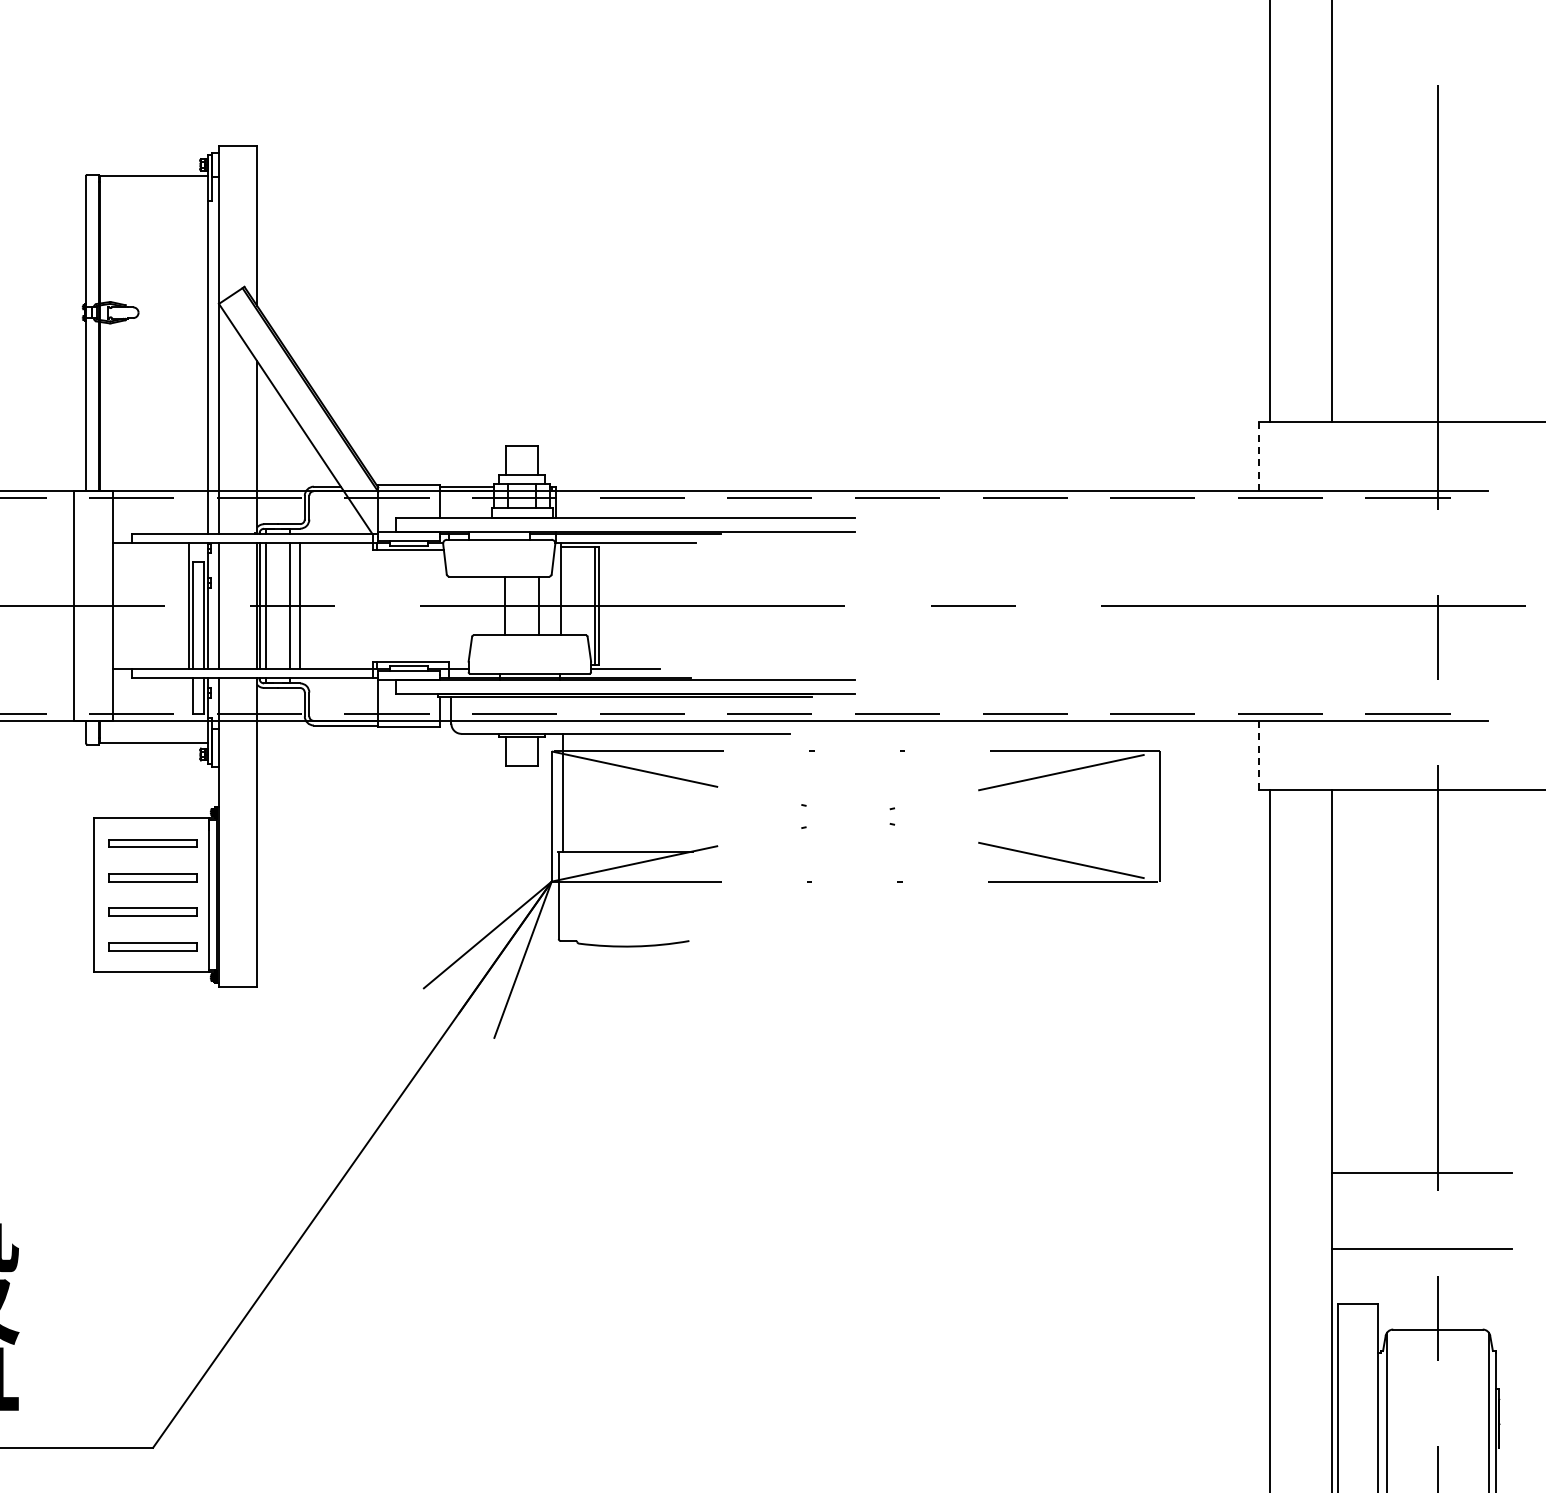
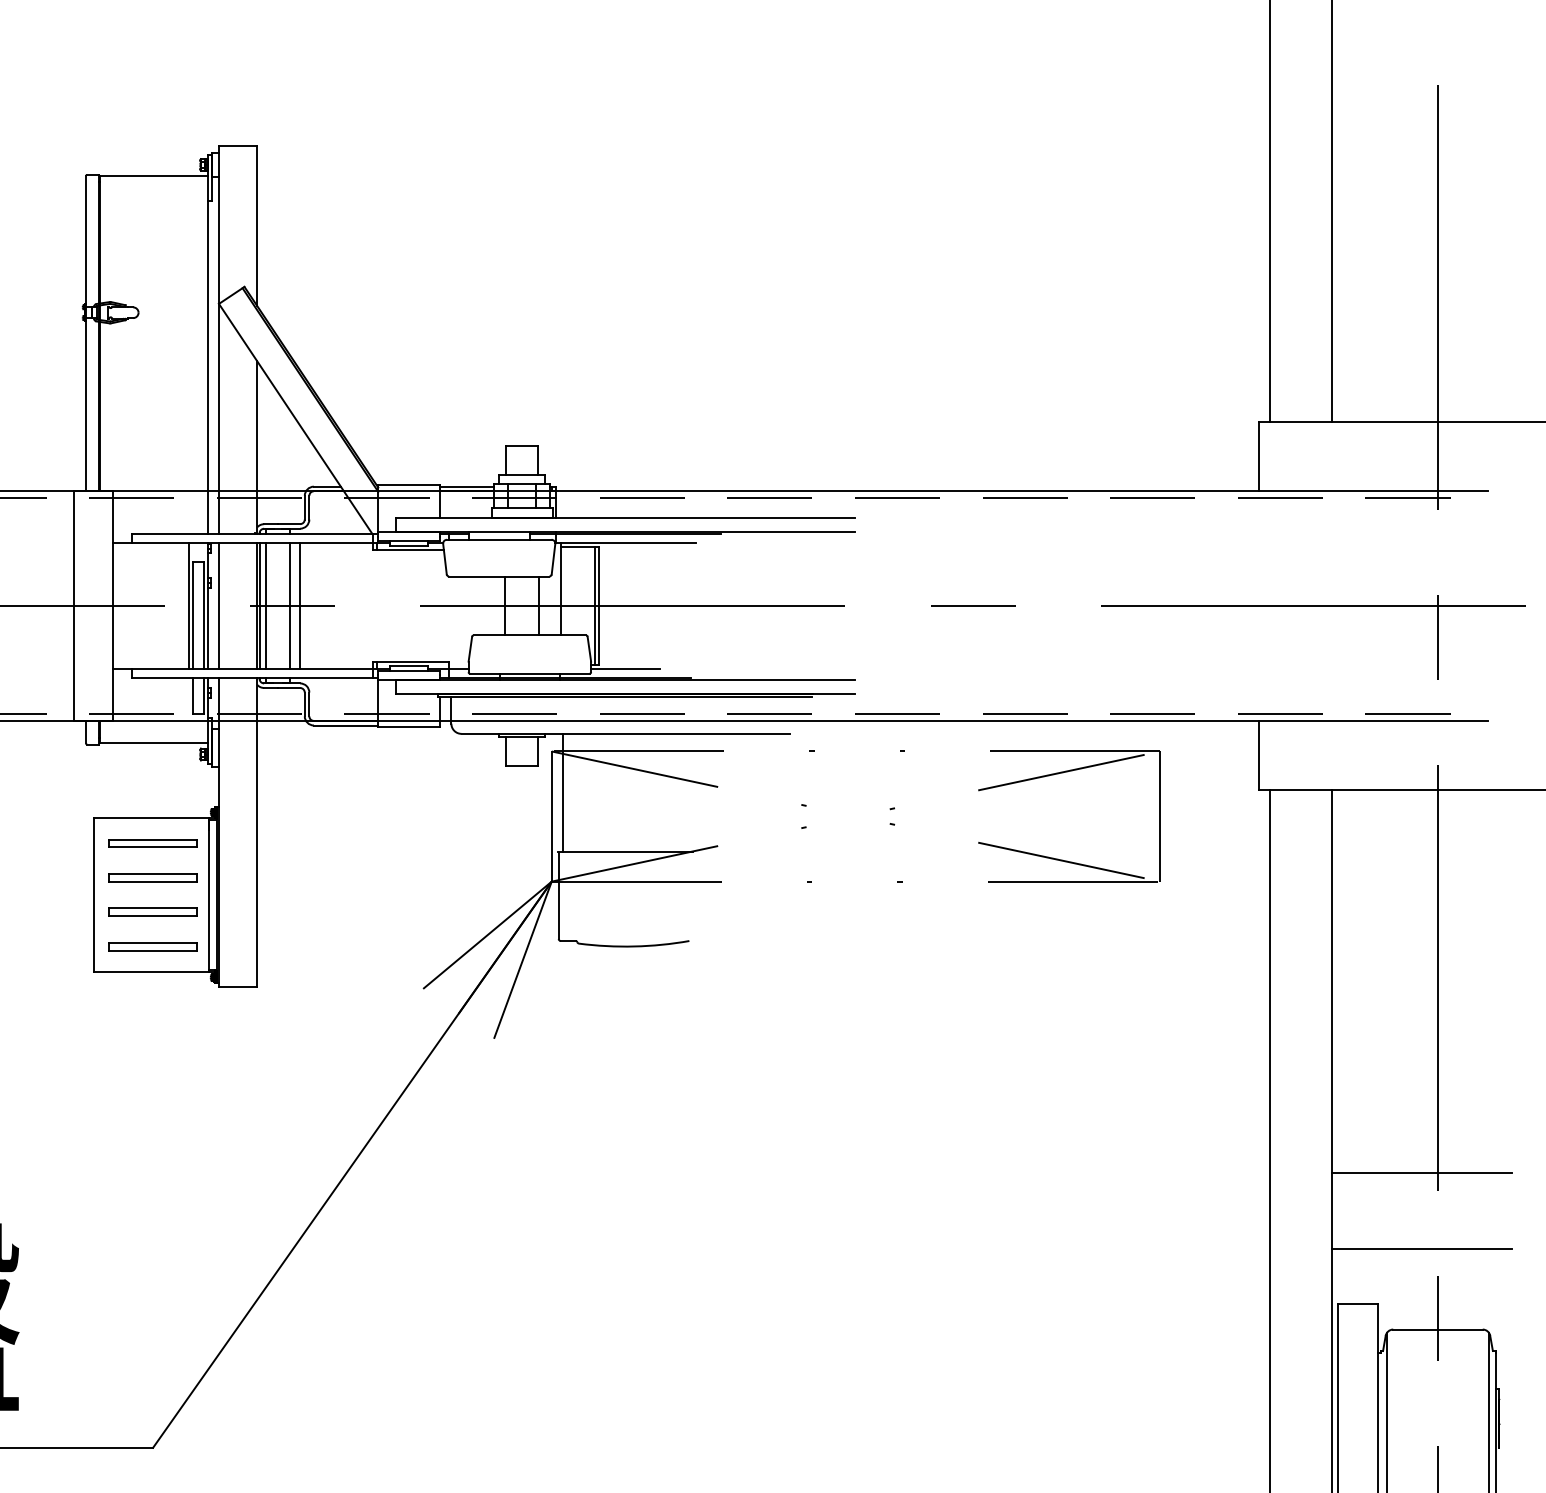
line at (1258, 456): dashed -> solid
line at (1258, 754): dashed -> solid
